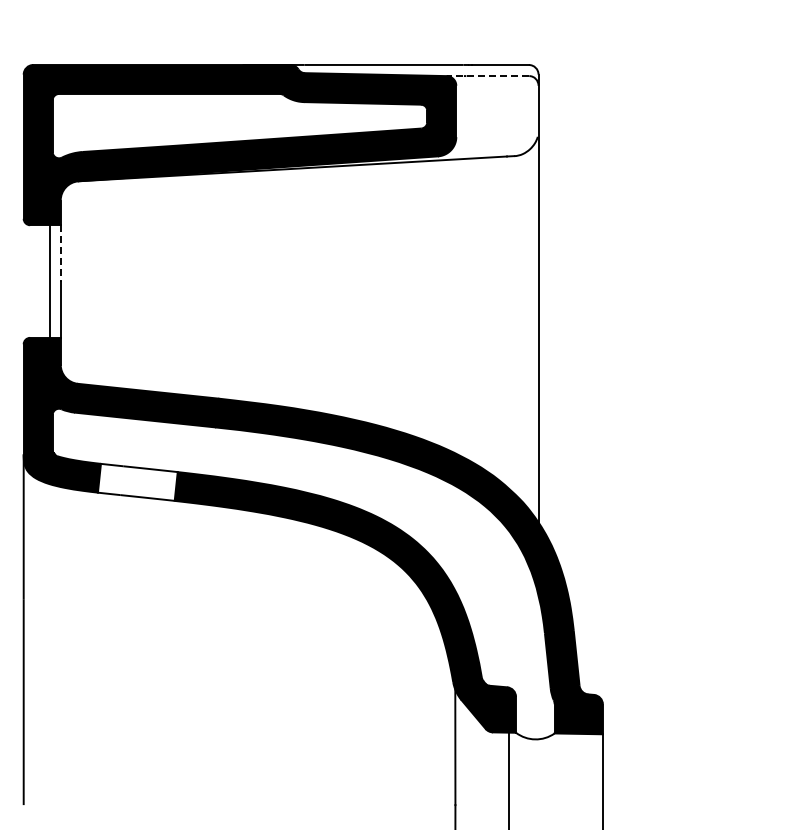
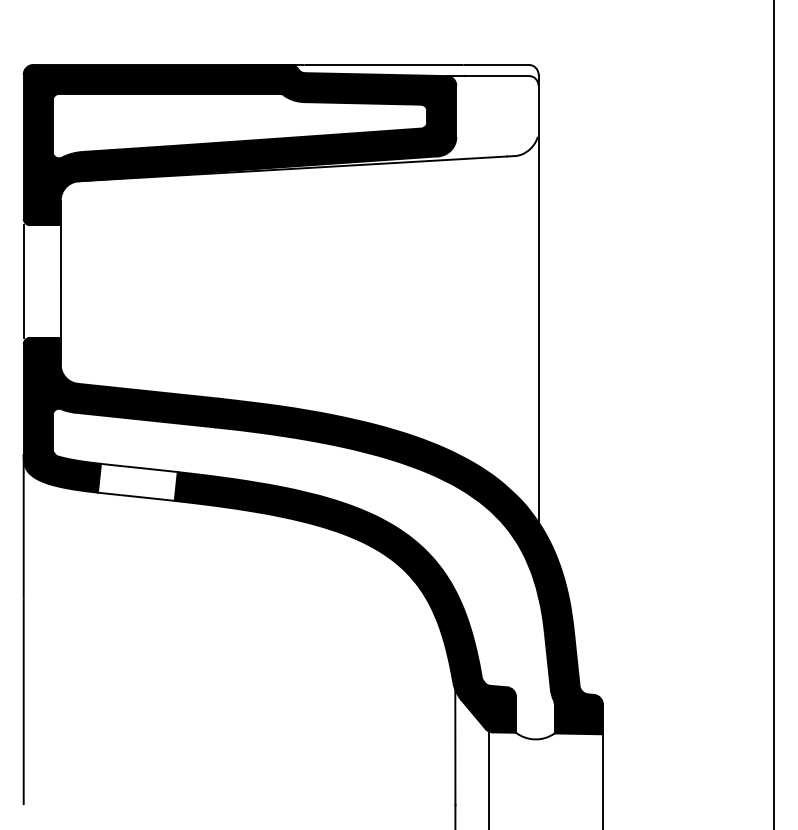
line at (487, 76): dashed -> solid
line at (60, 254): dashed -> solid
line at (49, 281) position: (49, 281) -> (23, 281)
line at (774, 414): none -> present
line at (508, 778) position: (508, 778) -> (488, 778)
